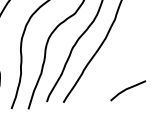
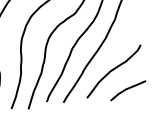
curve at (113, 70): none -> present
